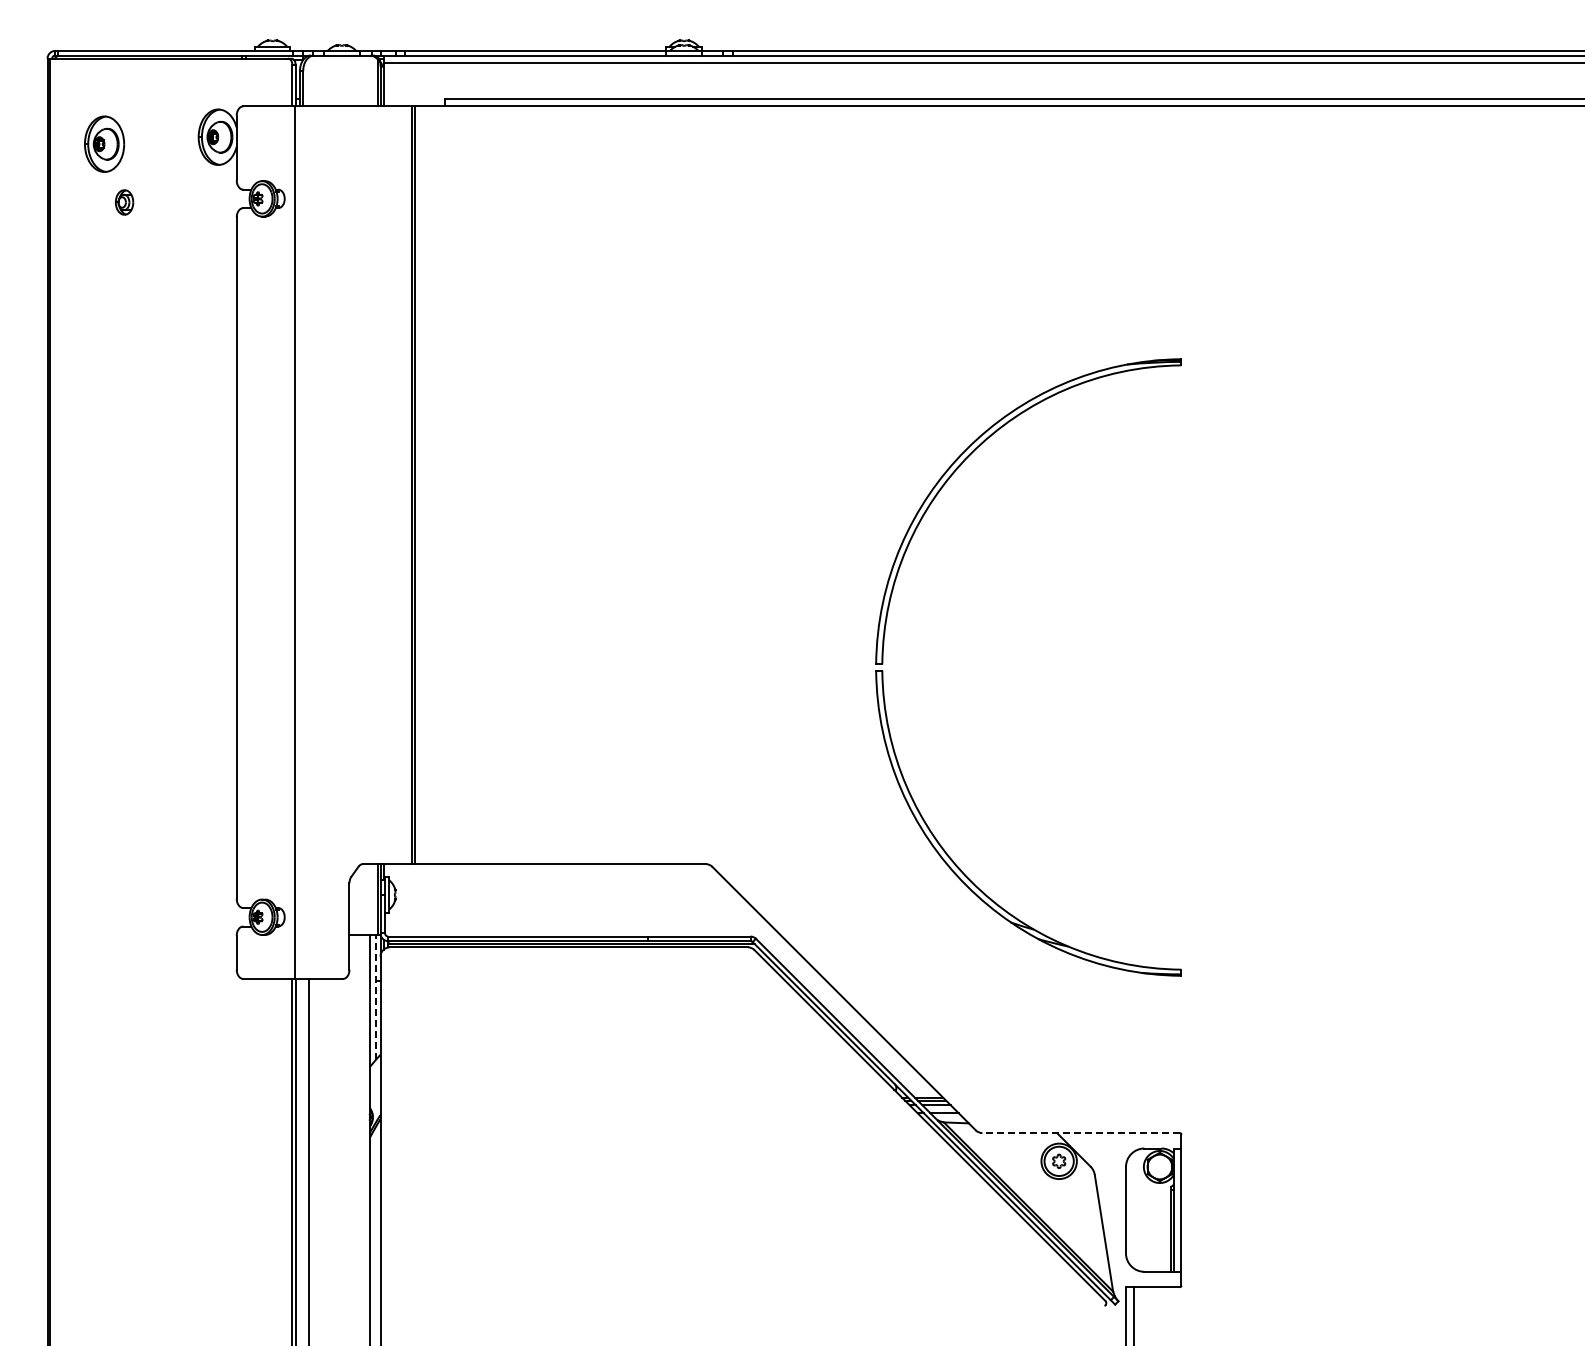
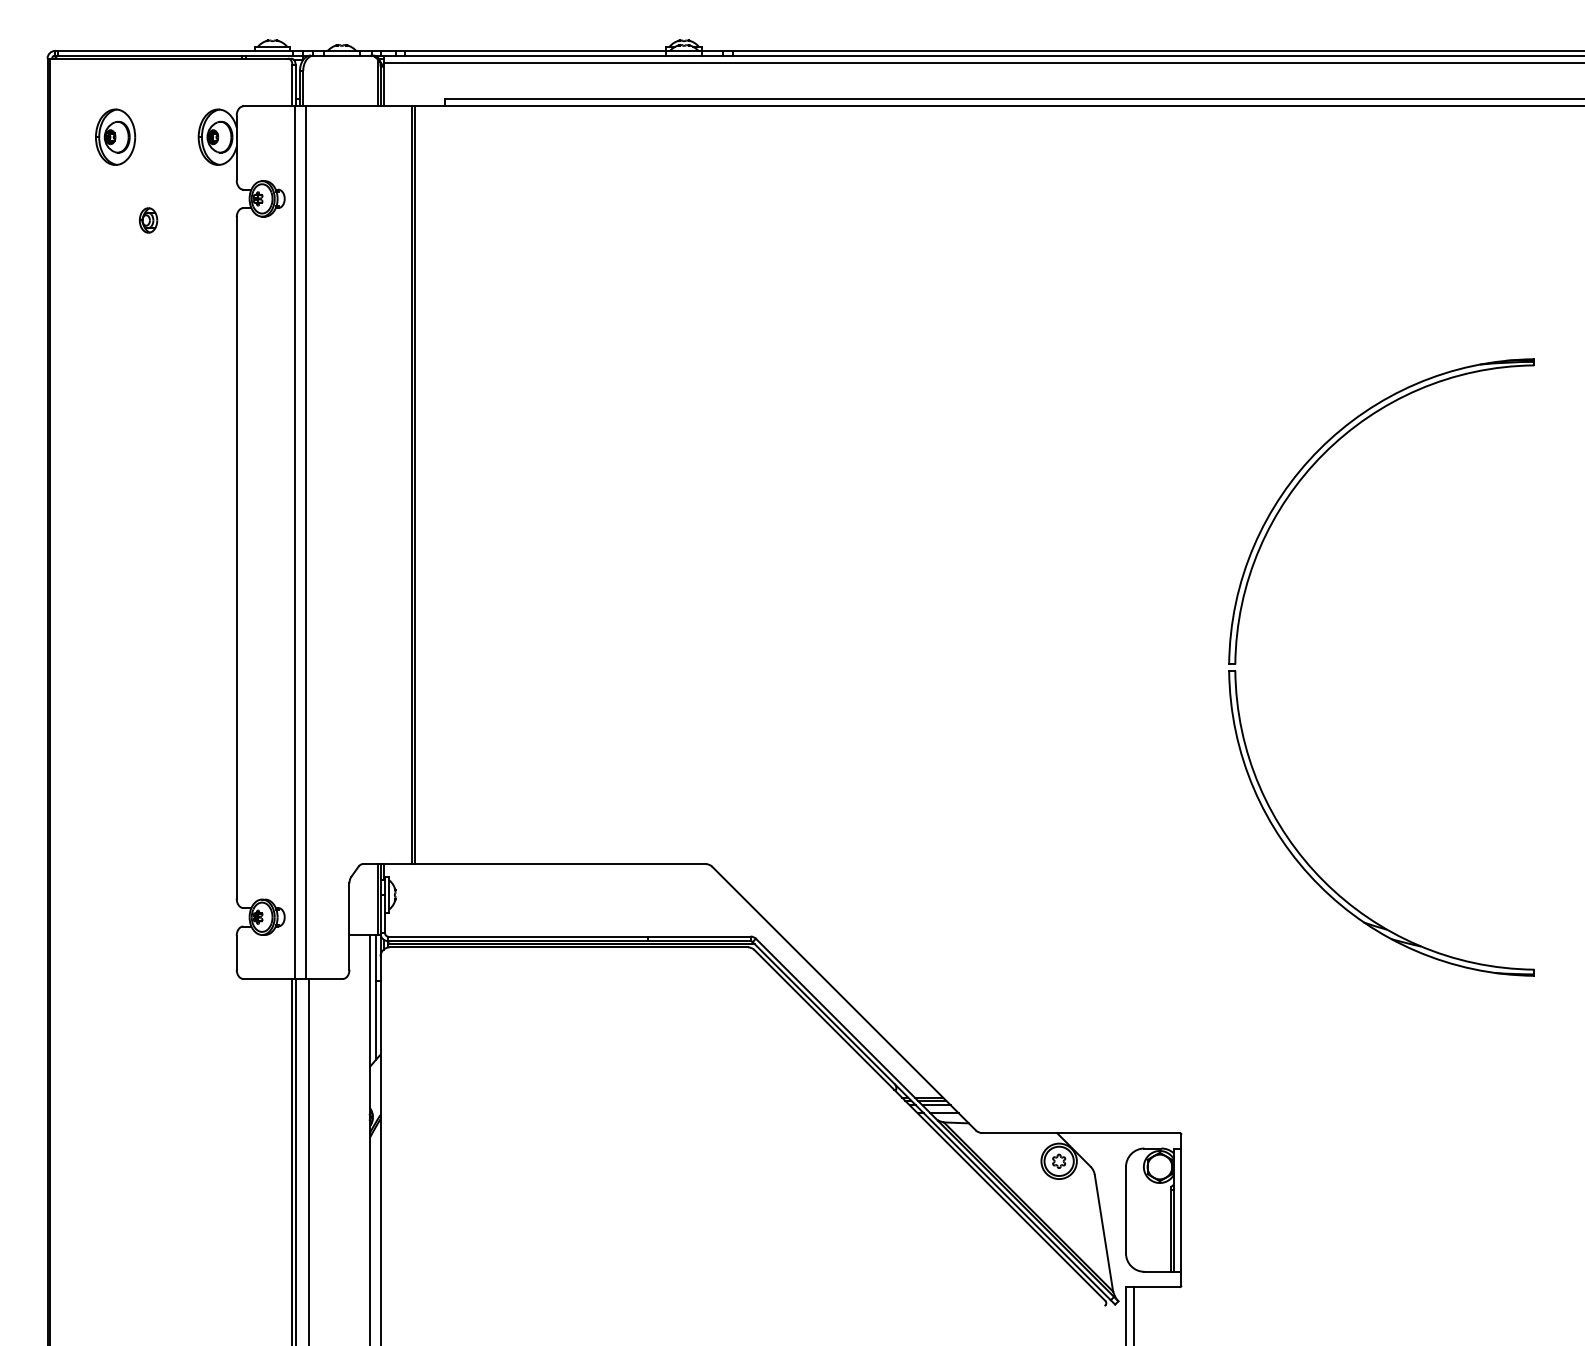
part at (104, 143) position: (104, 143) -> (115, 136)
part at (124, 202) position: (124, 202) -> (148, 220)
line at (305, 542): none -> present
part at (883, 664) position: (883, 664) -> (1236, 664)
line at (375, 996): dashed -> solid
line at (1081, 1133): dashed -> solid
